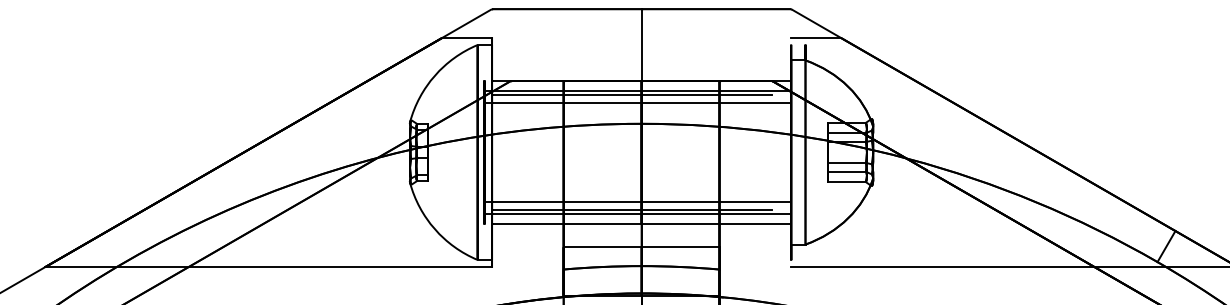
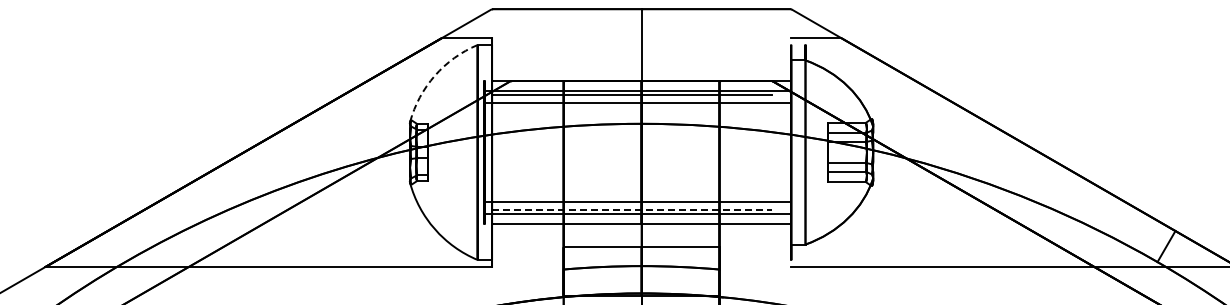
arc at (434, 75): solid -> dashed
line at (631, 209): solid -> dashed
